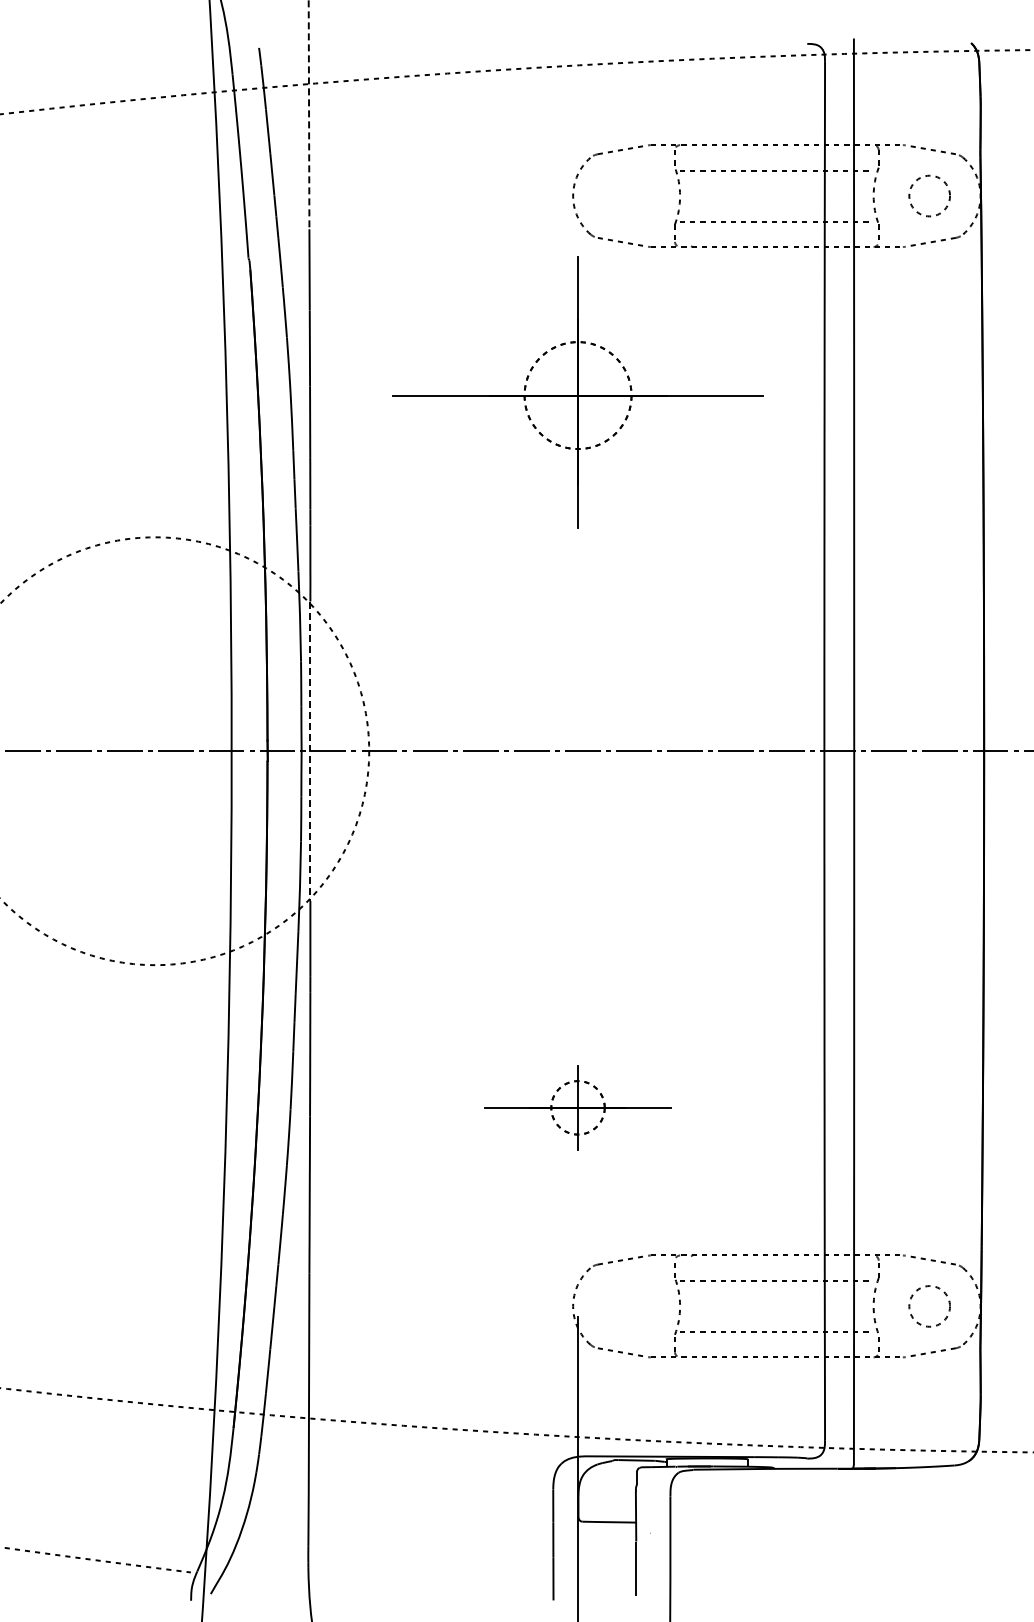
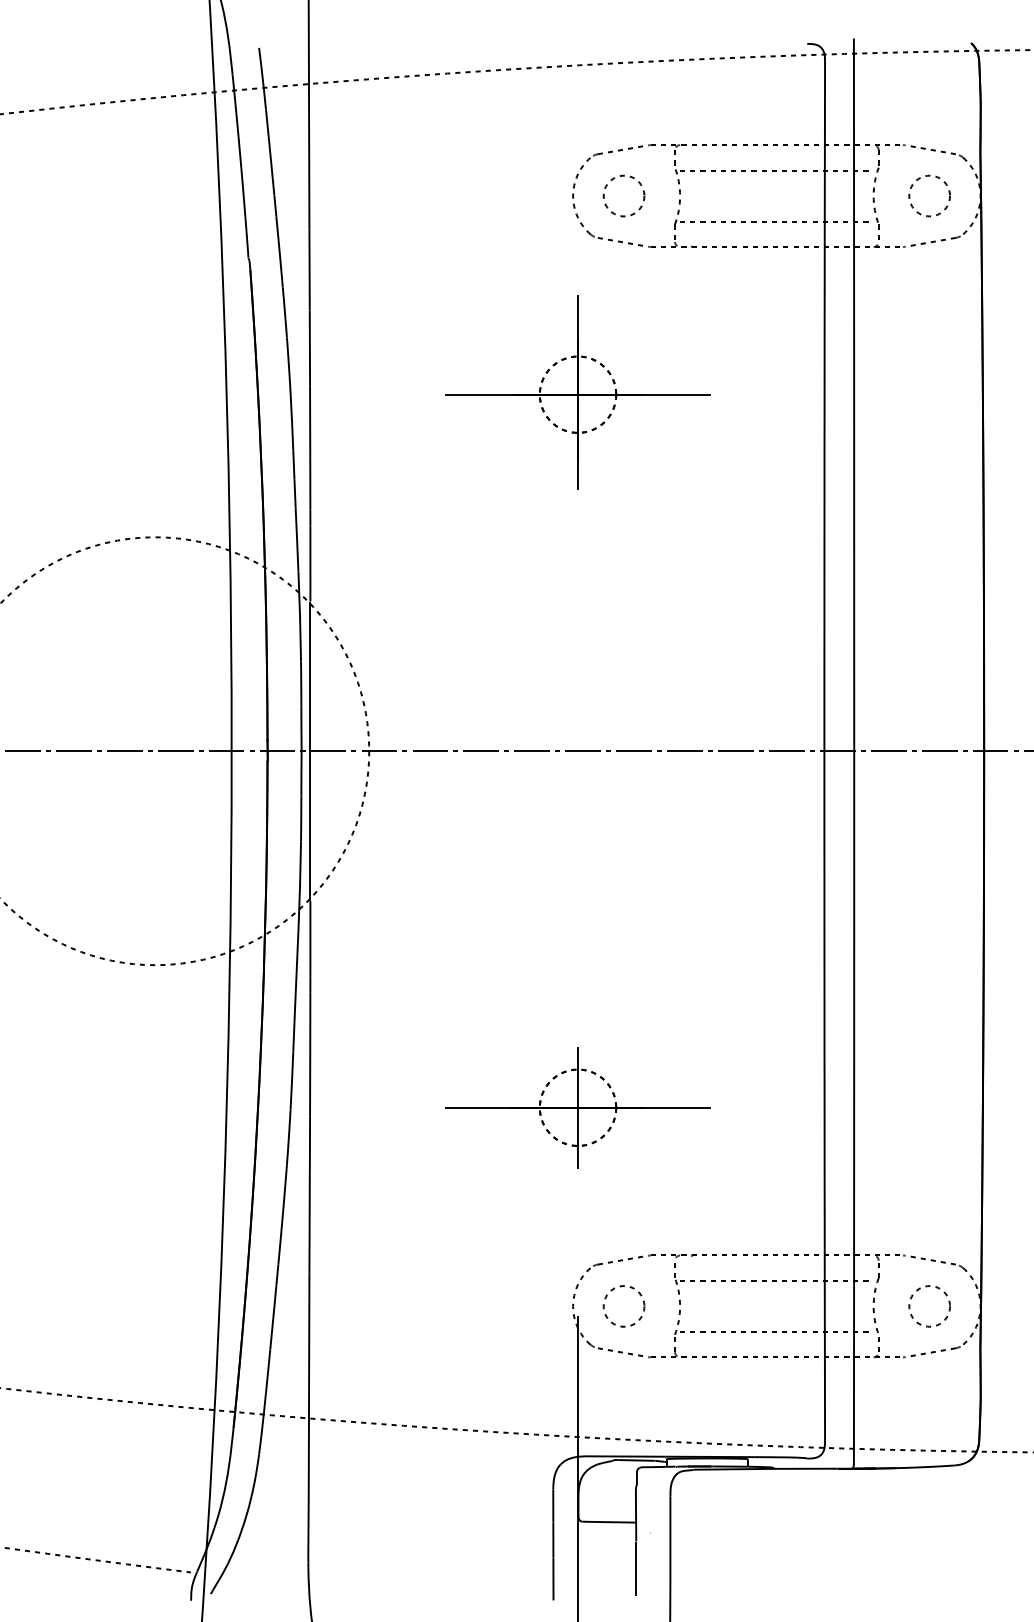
line at (309, 113): dashed -> solid
circle at (623, 195): none -> present
part at (577, 392) size: 372x273 px -> 266x195 px
line at (310, 751): dashed -> solid
part at (577, 1107) size: 188x86 px -> 266x122 px
circle at (623, 1306): none -> present
